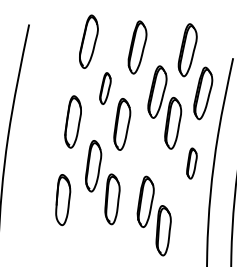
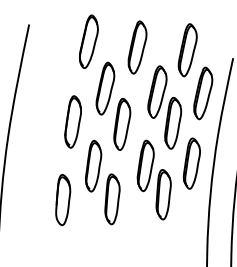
part at (105, 88) size: 13x33 px -> 21x55 px
part at (191, 163) size: 12x33 px -> 18x53 px
part at (153, 215) position: (153, 215) -> (153, 179)
